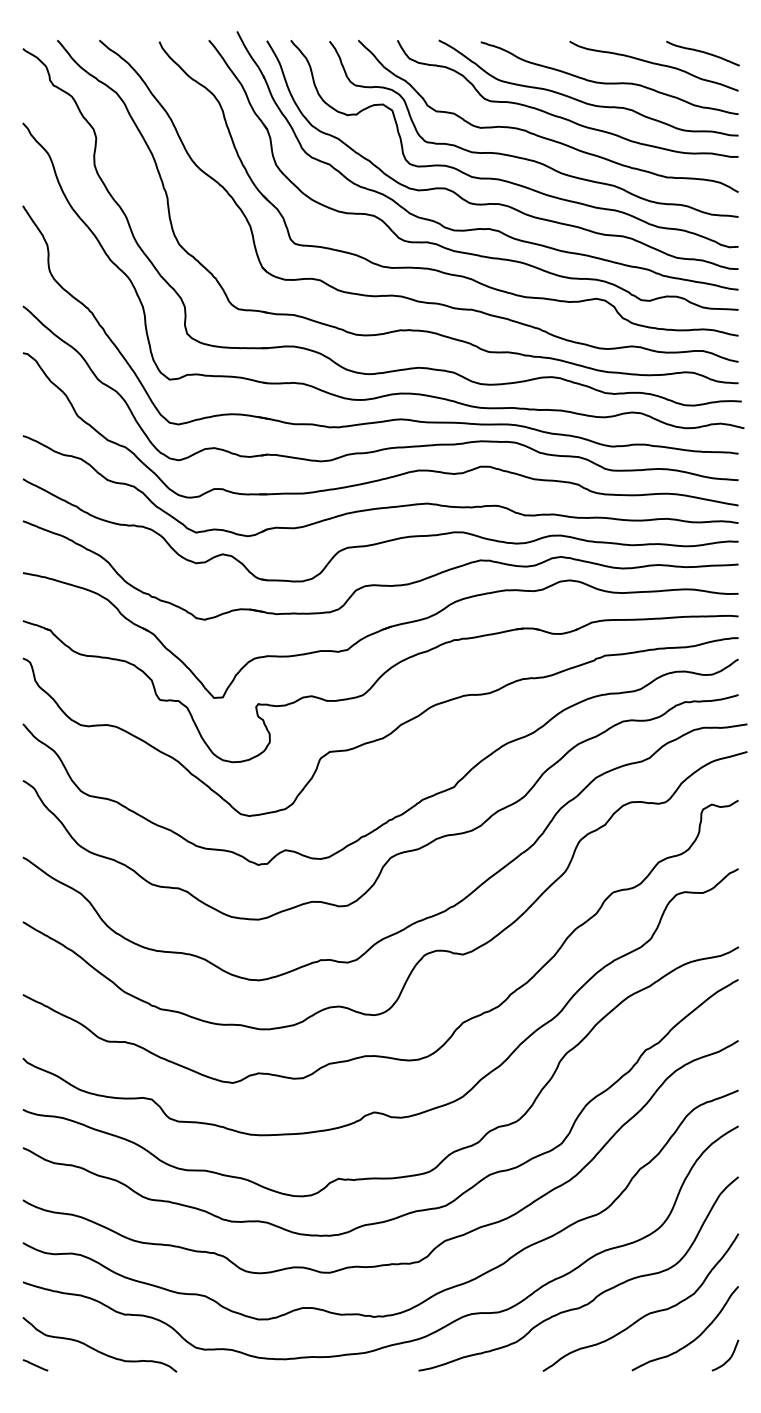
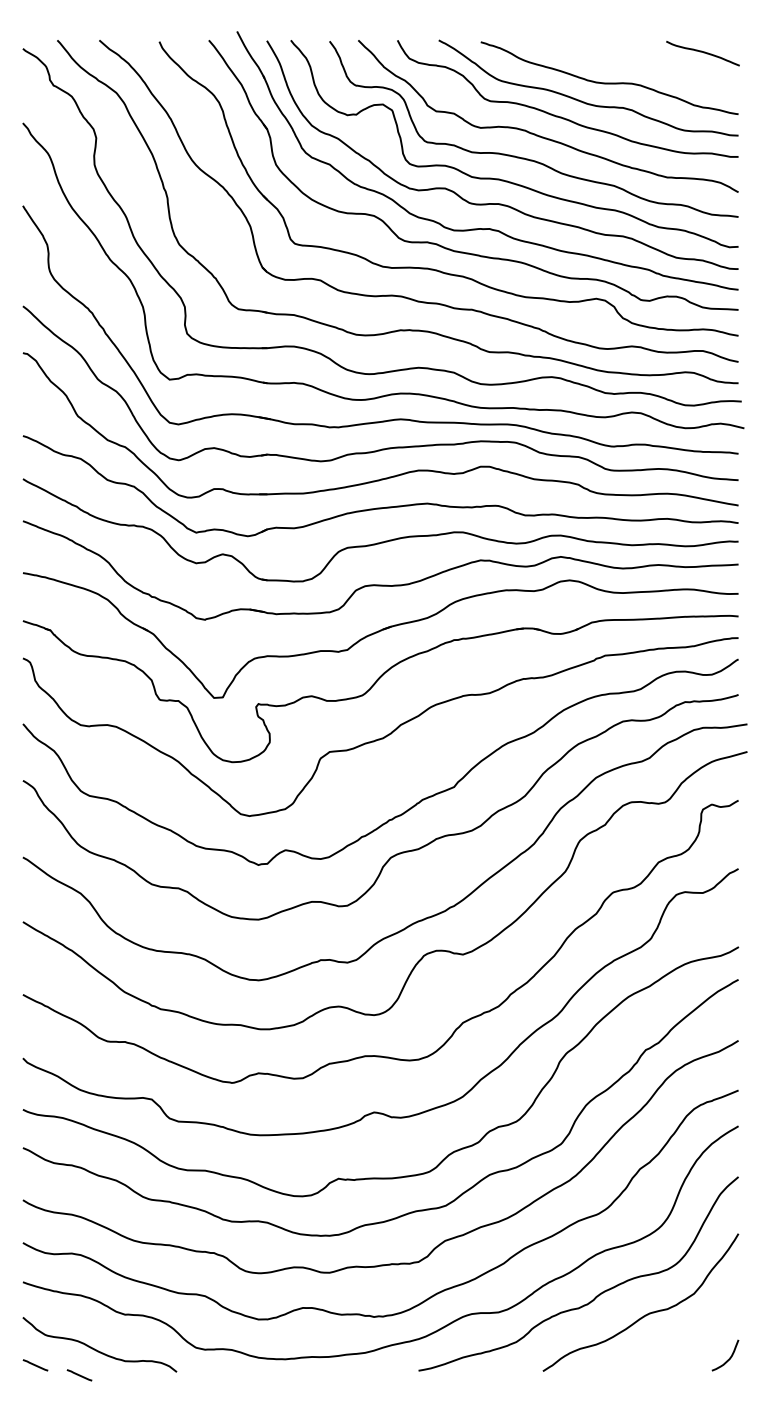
curve at (653, 64): present -> none
curve at (694, 1338): present -> none
line at (79, 1375): none -> present
